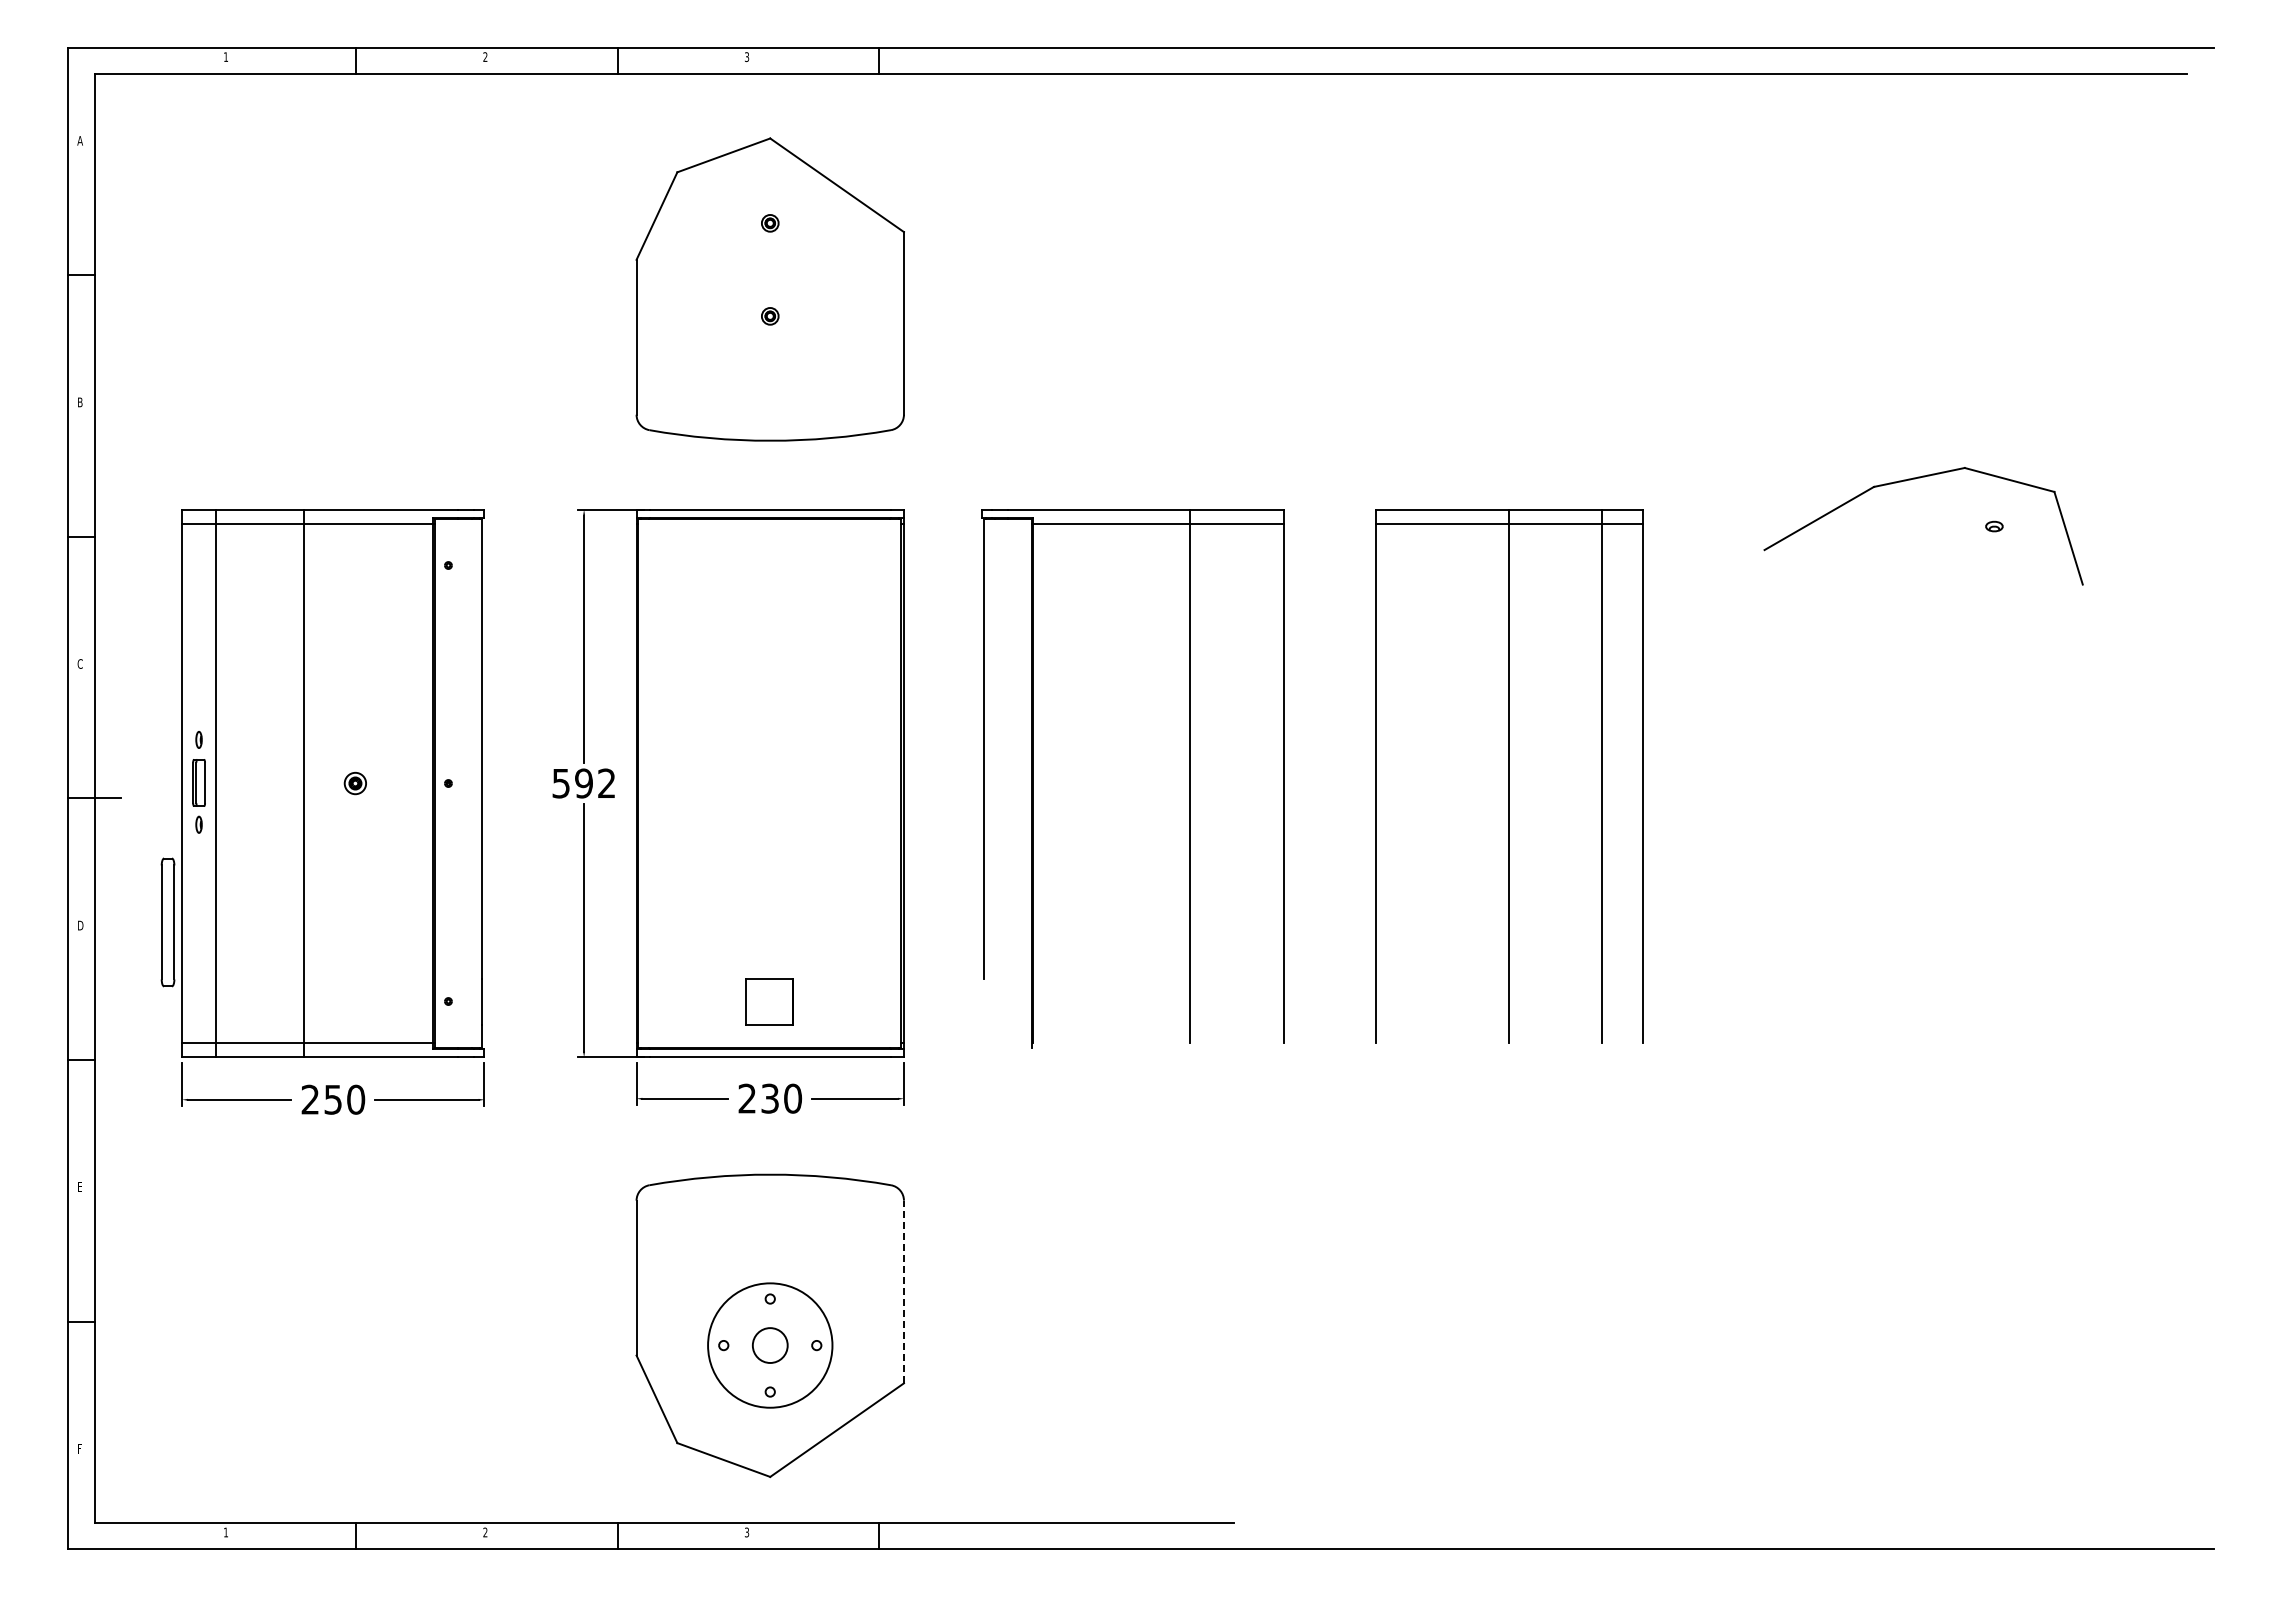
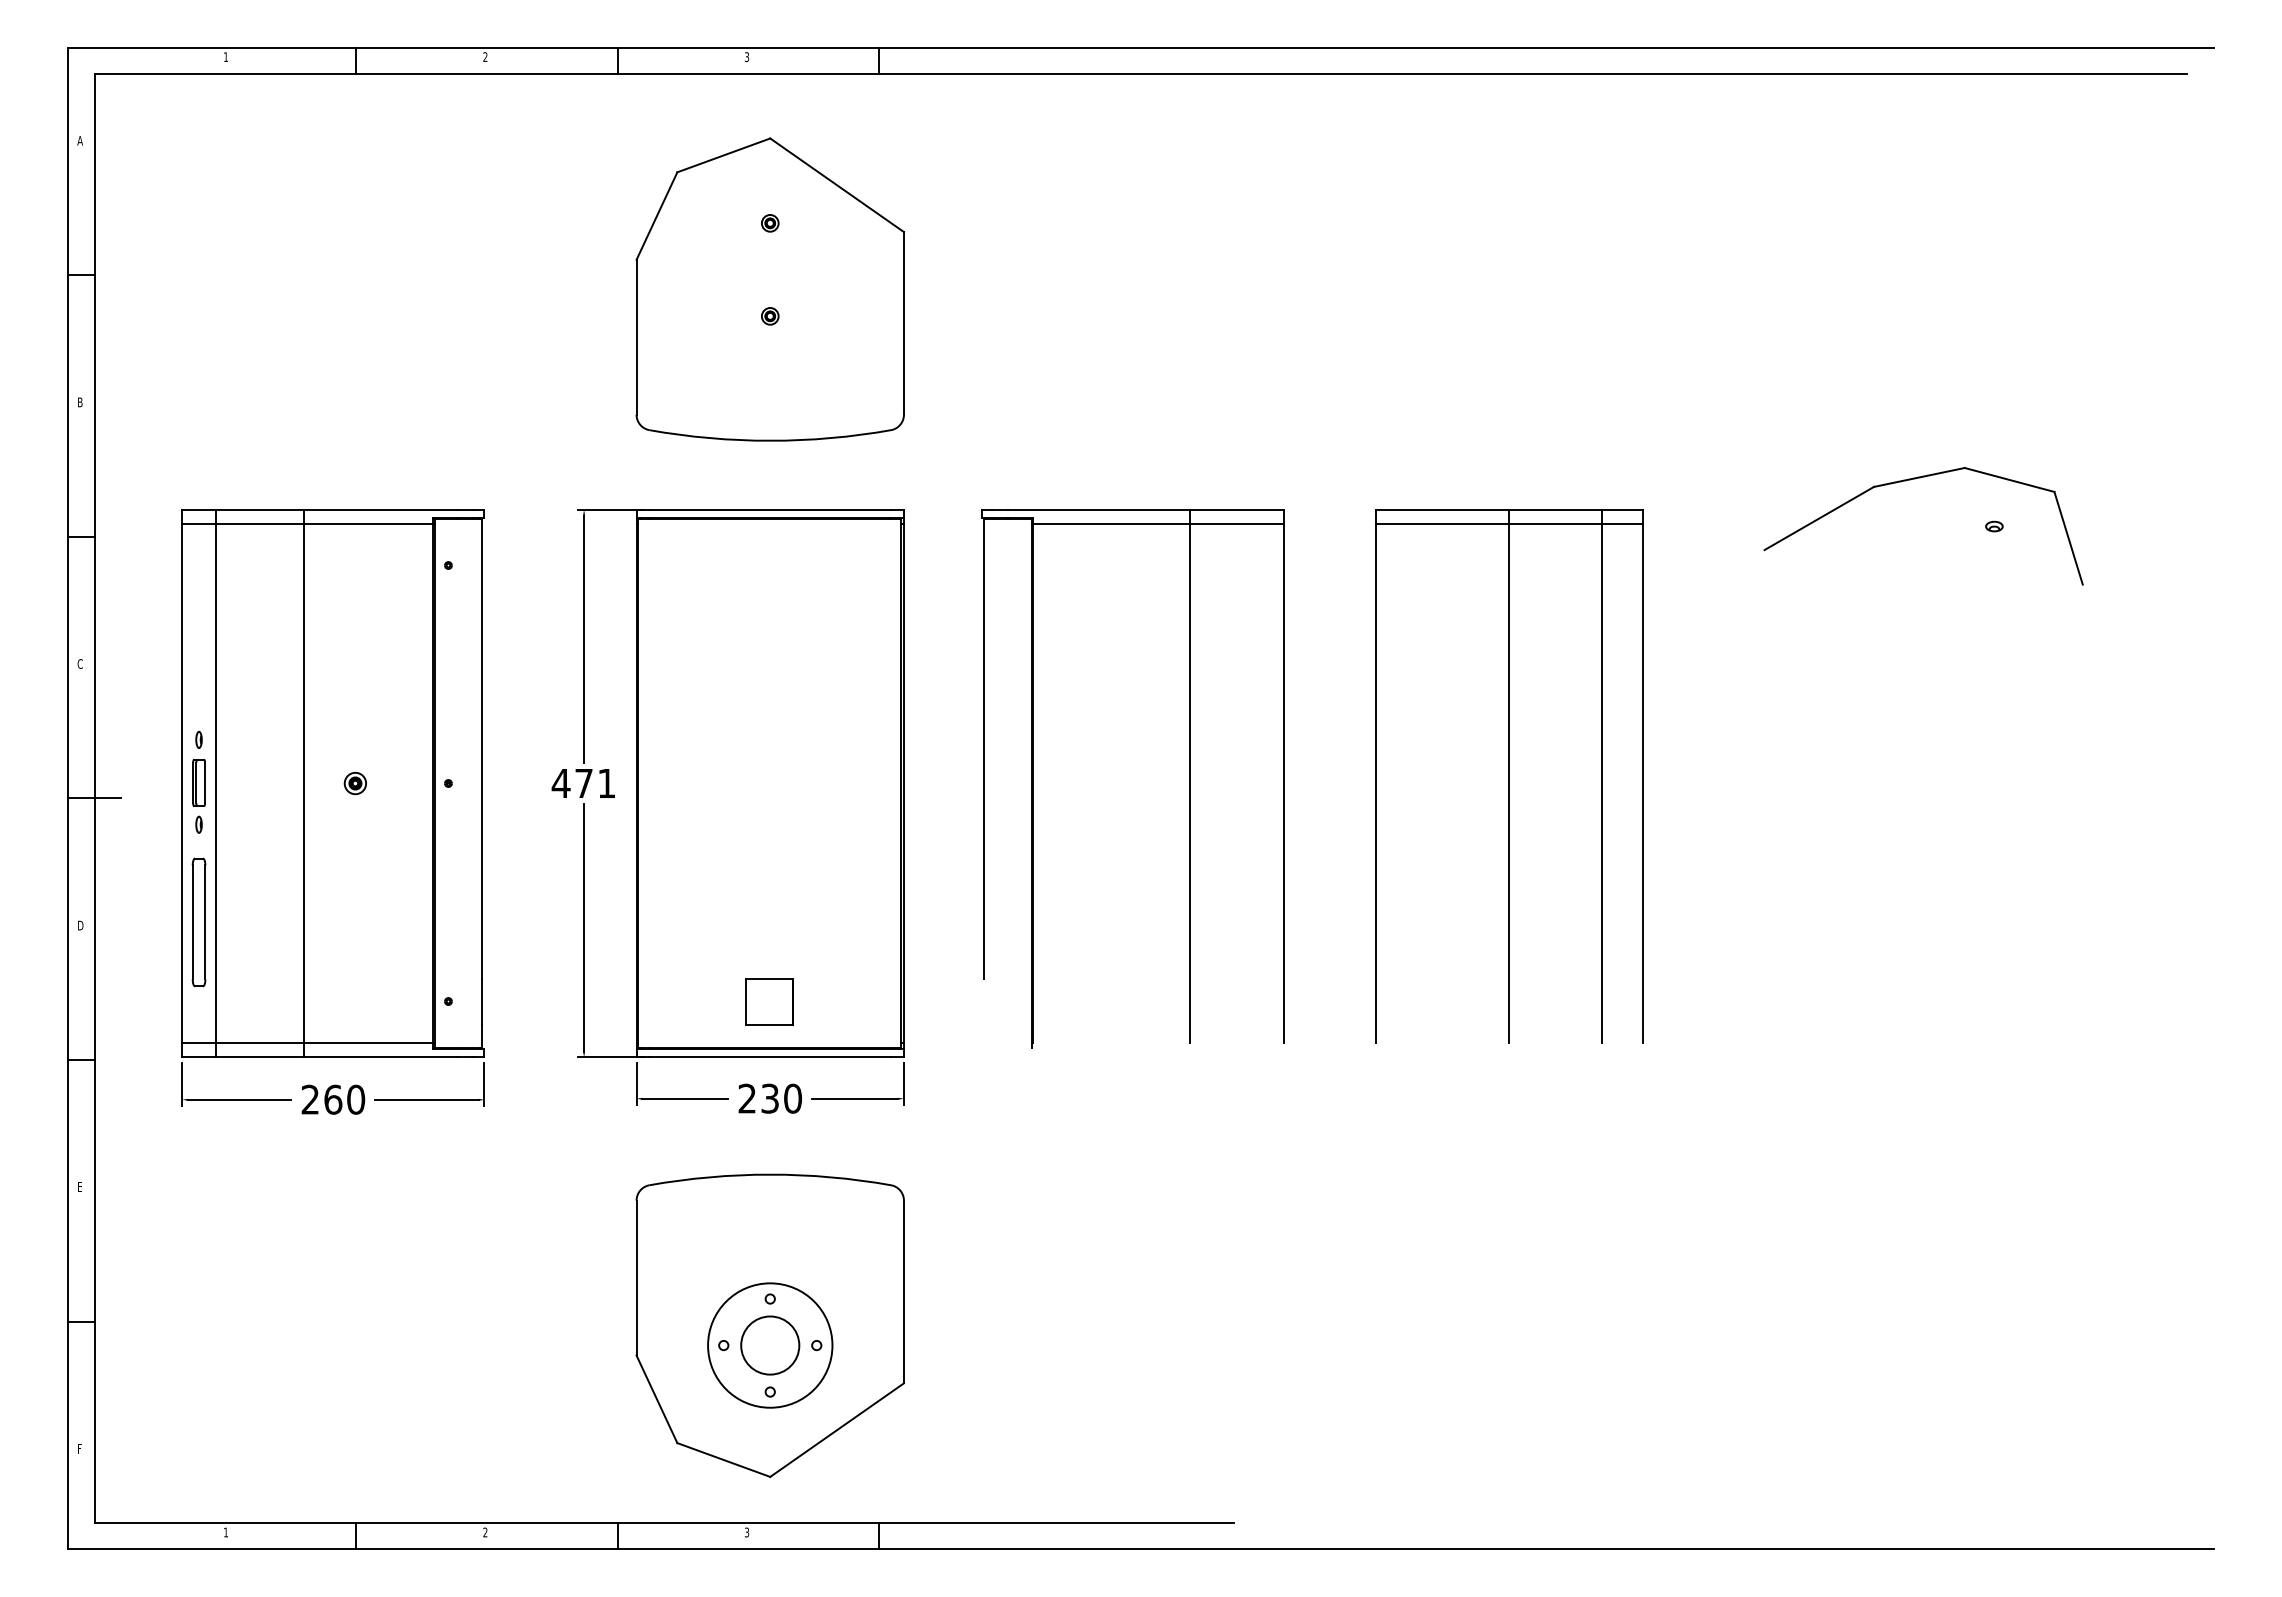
text at (582, 783): 592 -> 471
part at (167, 922) position: (167, 922) -> (198, 922)
text at (333, 1099): 250 -> 260
line at (903, 1291): dashed -> solid
circle at (769, 1345) diameter: 35 px -> 58 px
